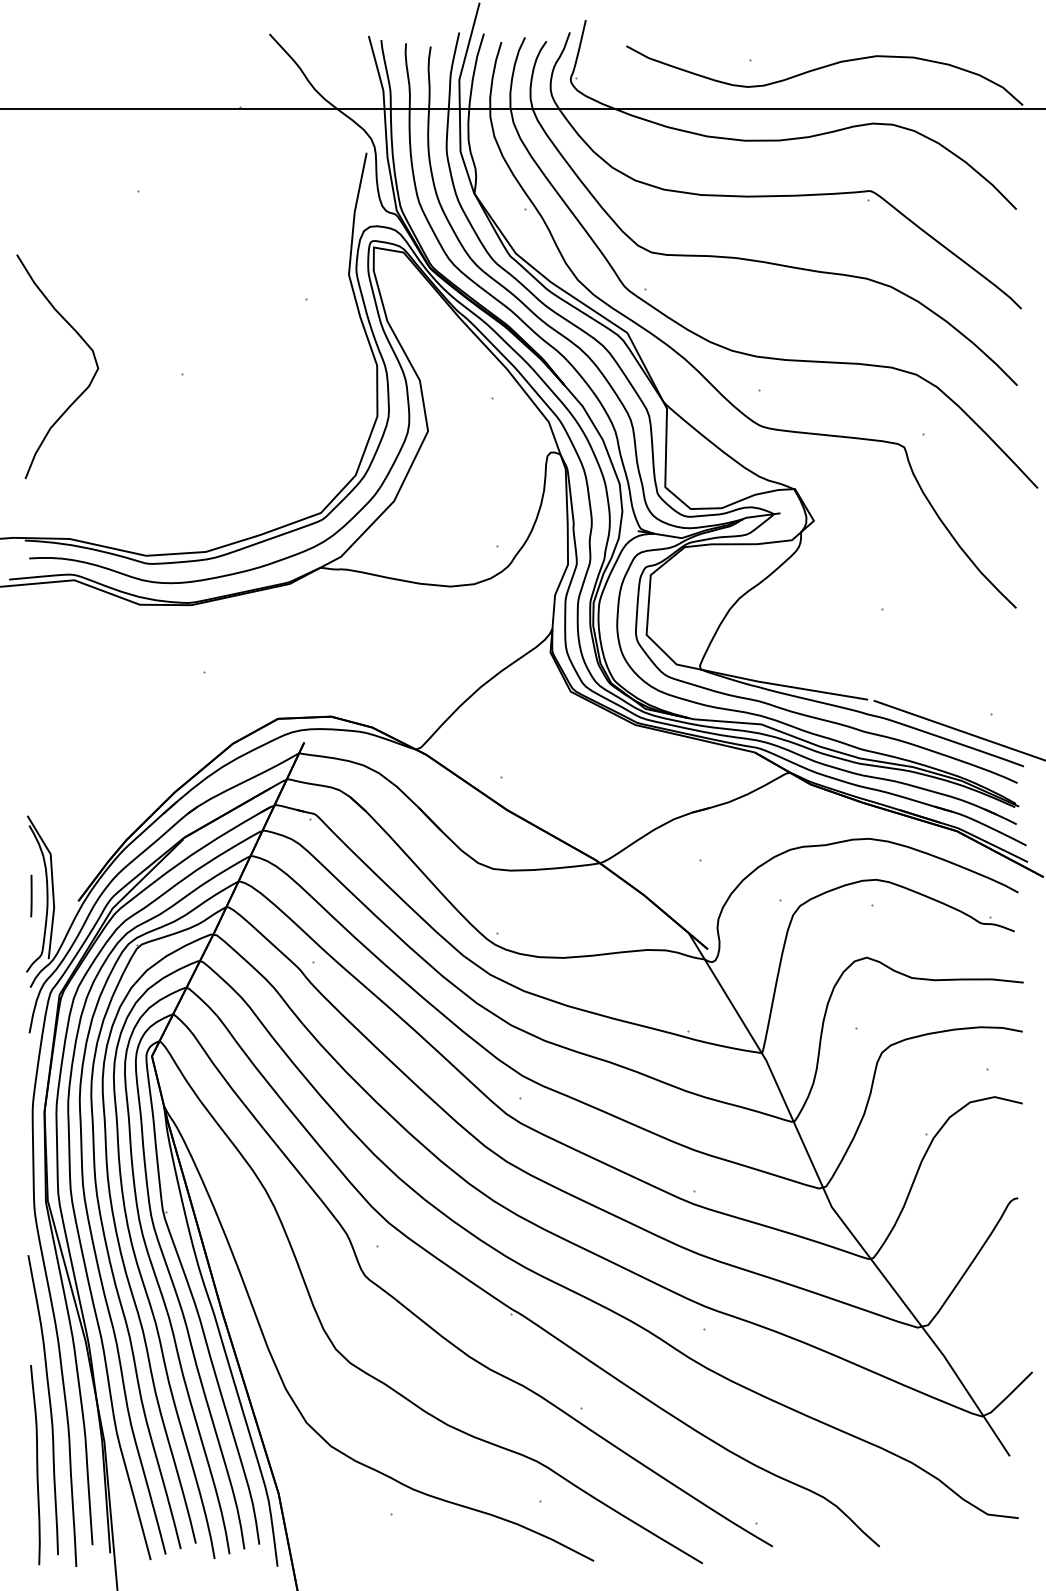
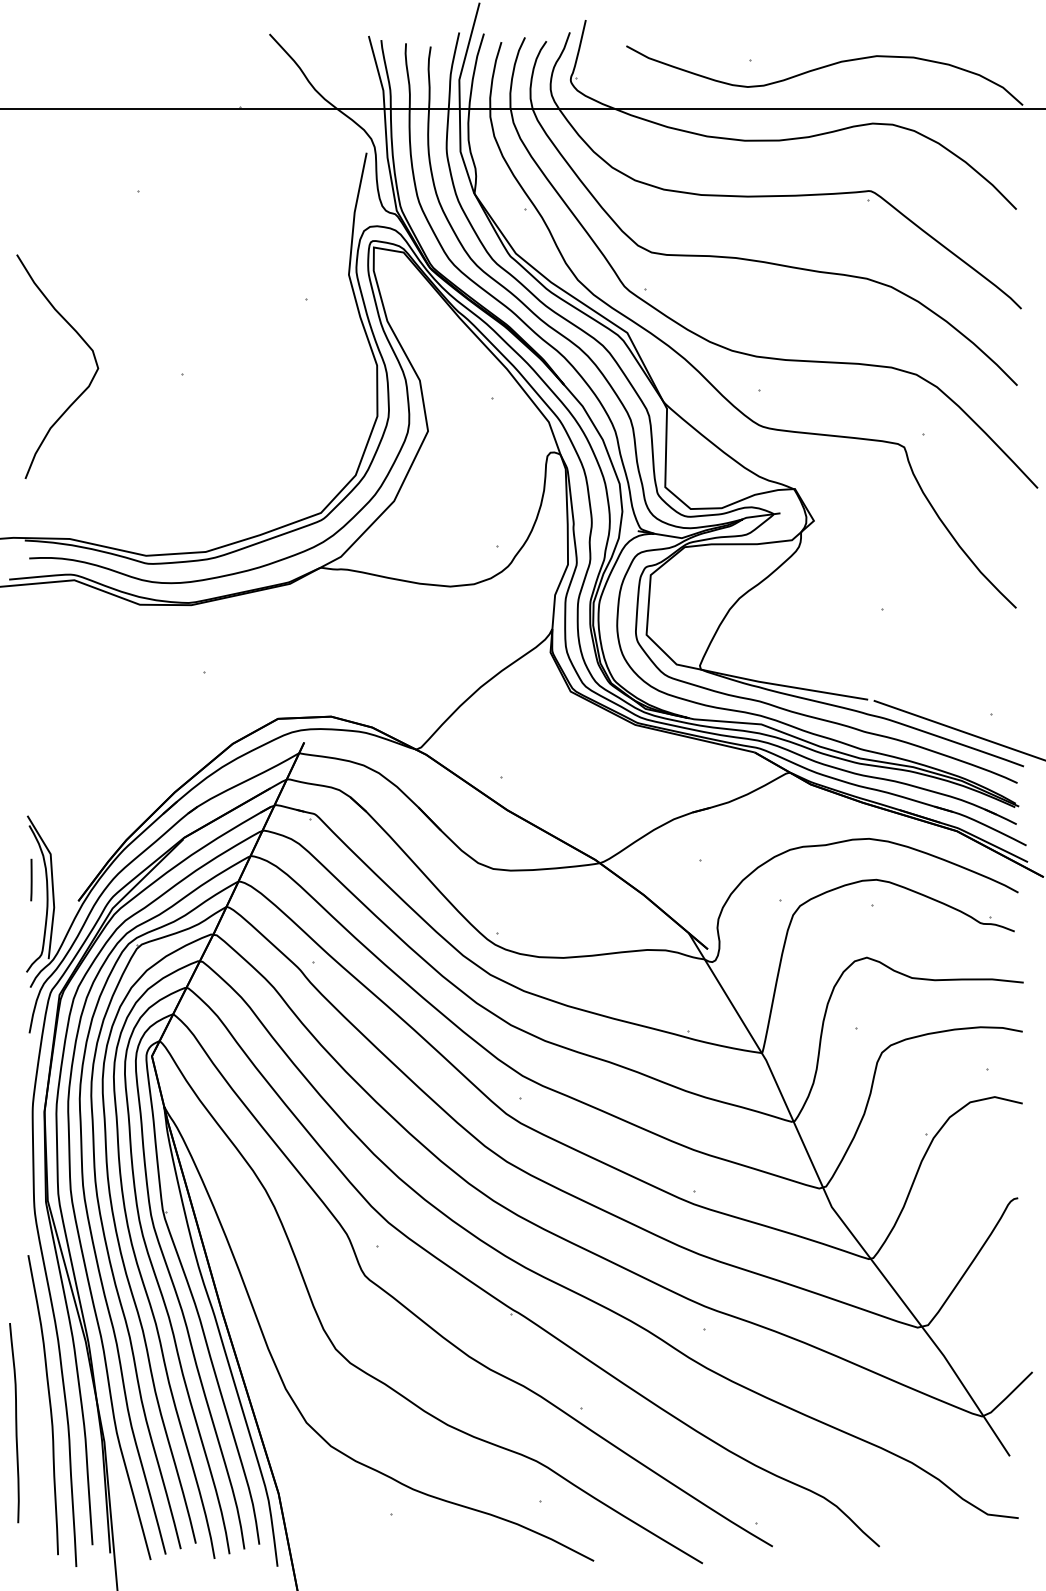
line at (31, 895) position: (31, 895) -> (31, 879)
curve at (36, 1465) position: (36, 1465) -> (15, 1423)
